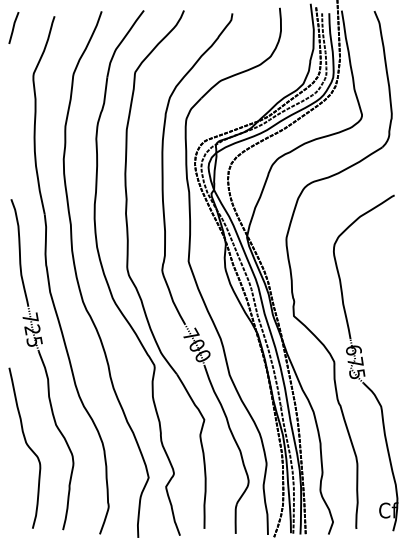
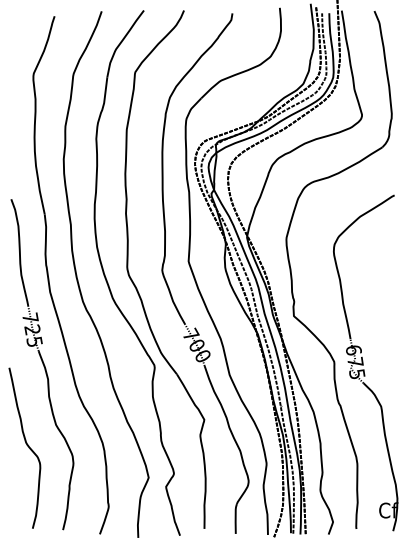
line at (13, 27): present -> none
